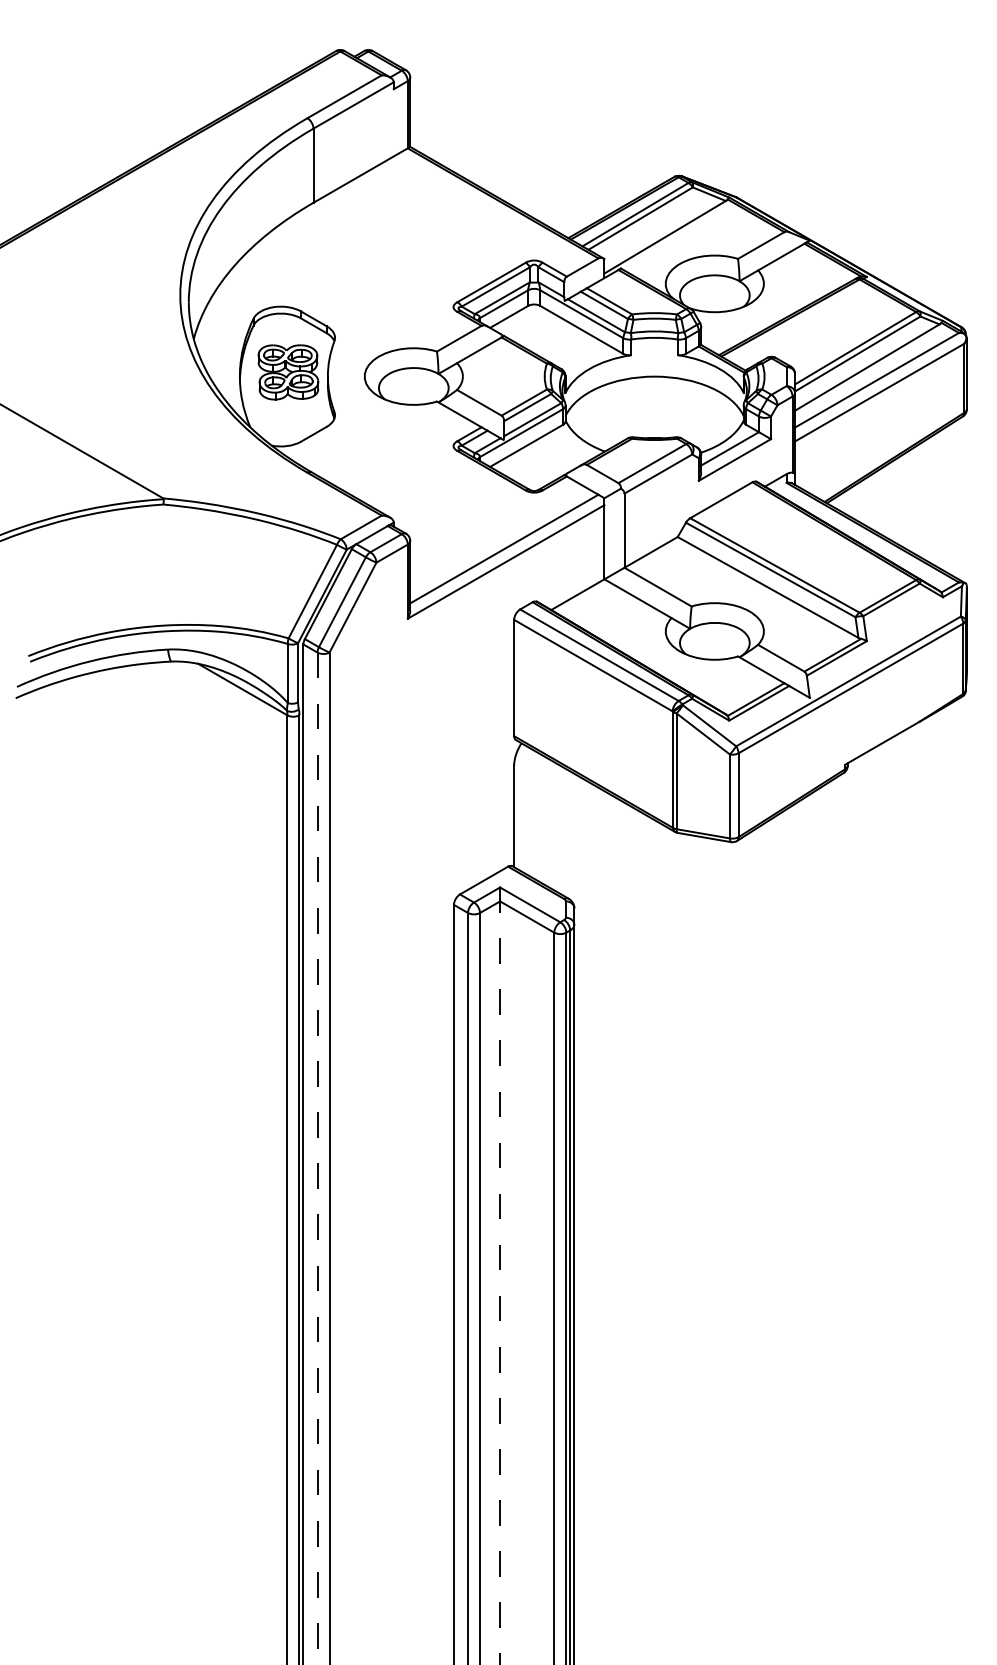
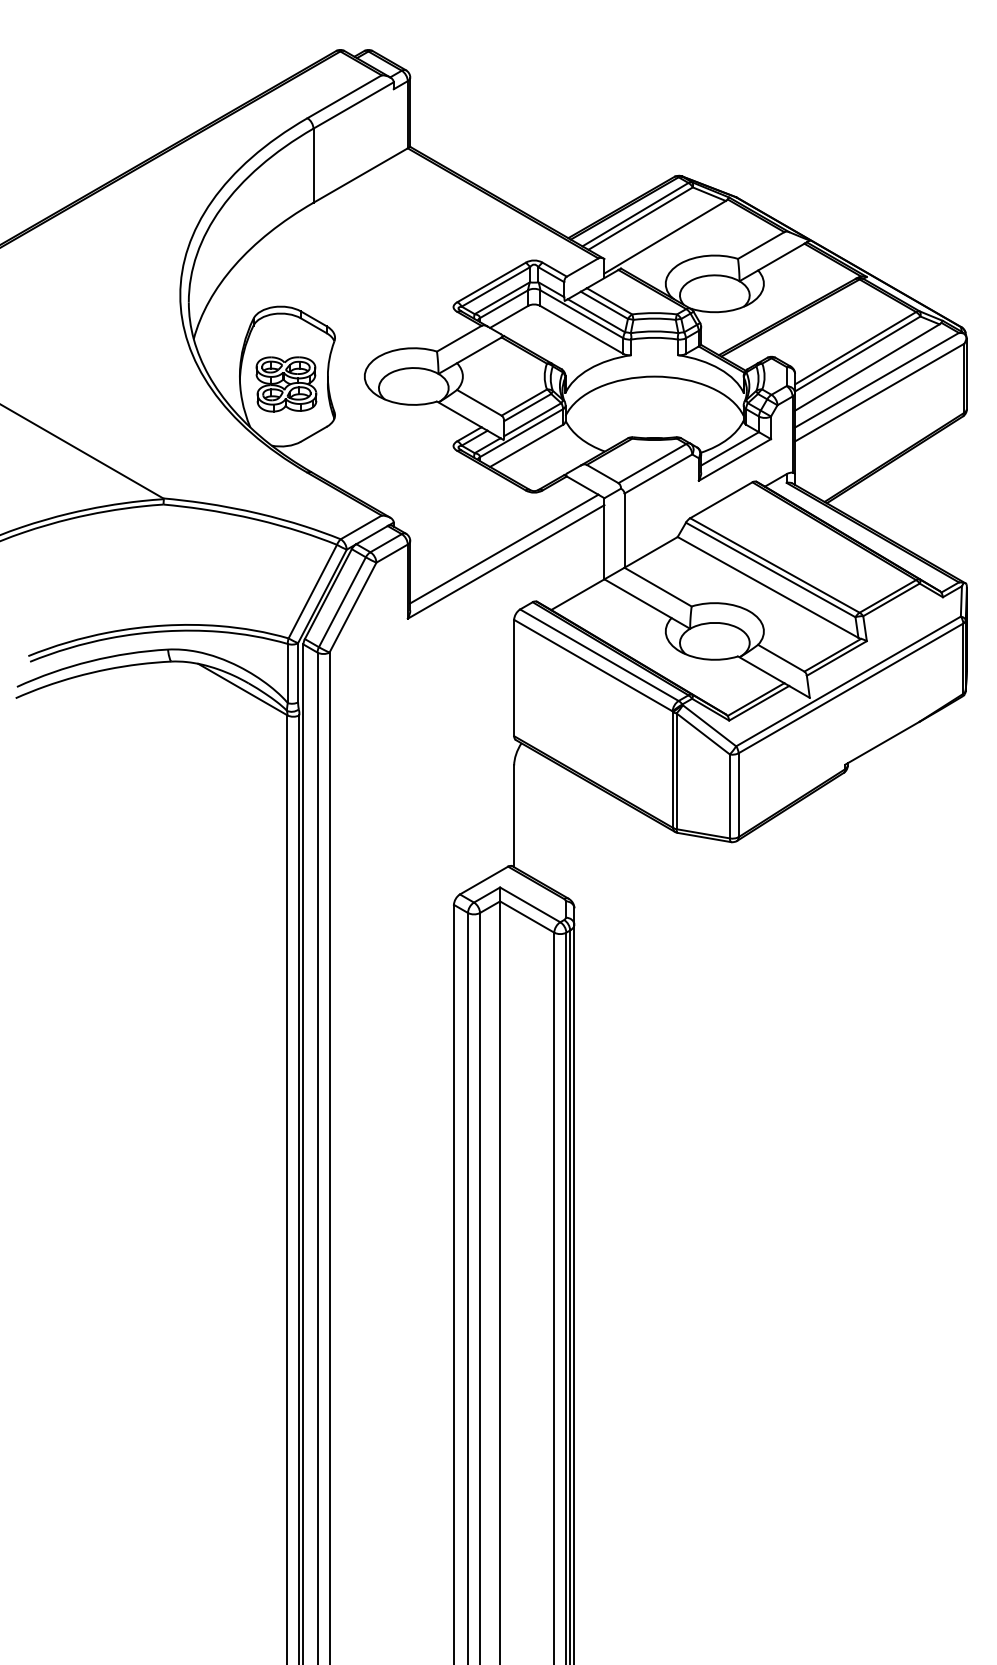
part at (288, 372) position: (288, 372) -> (286, 384)
line at (317, 1158): dashed -> solid
line at (500, 1282): dashed -> solid
